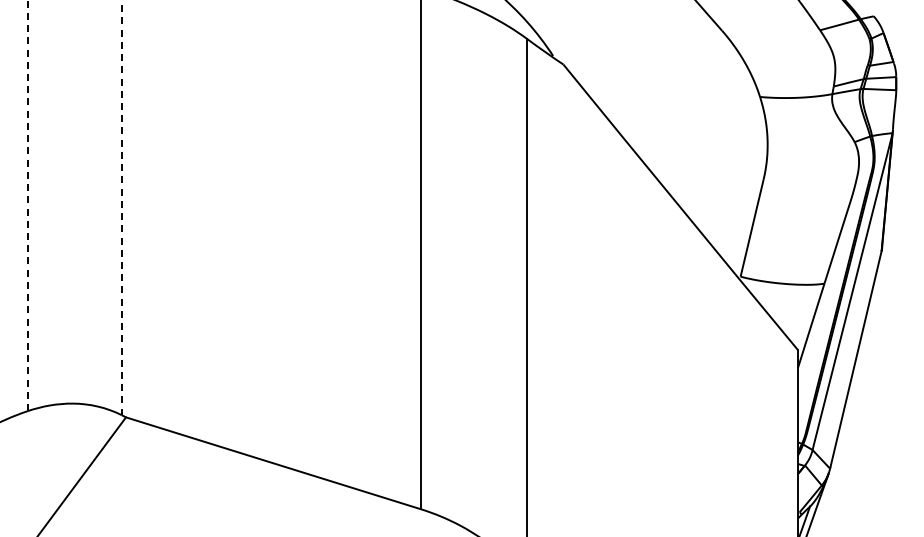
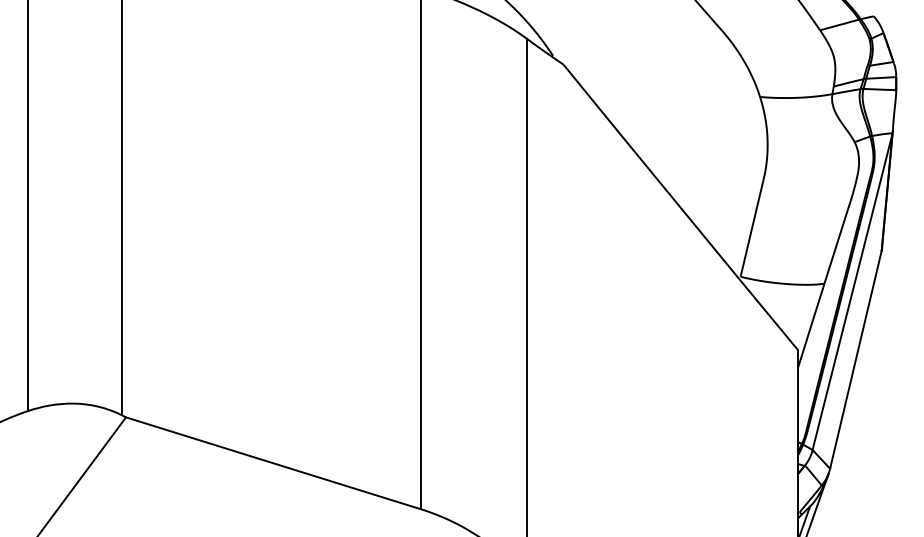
line at (27, 205): dashed -> solid
line at (121, 208): dashed -> solid
